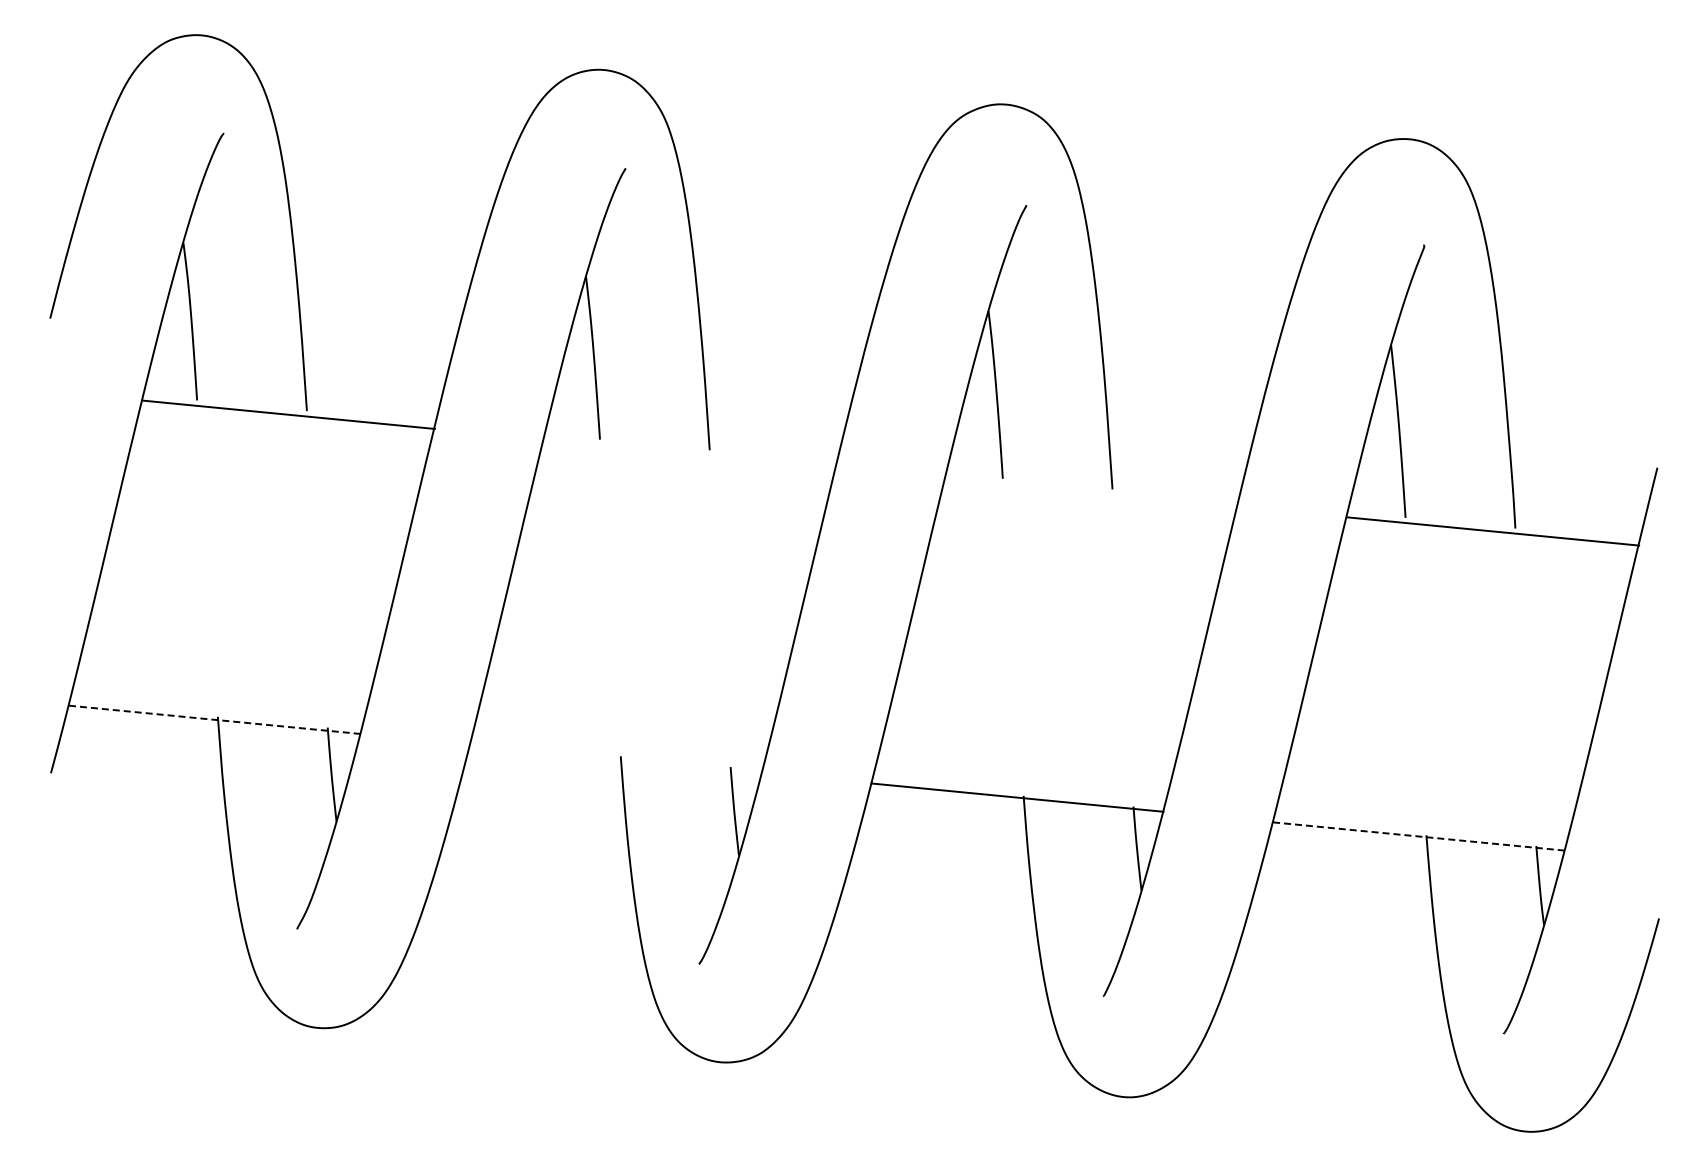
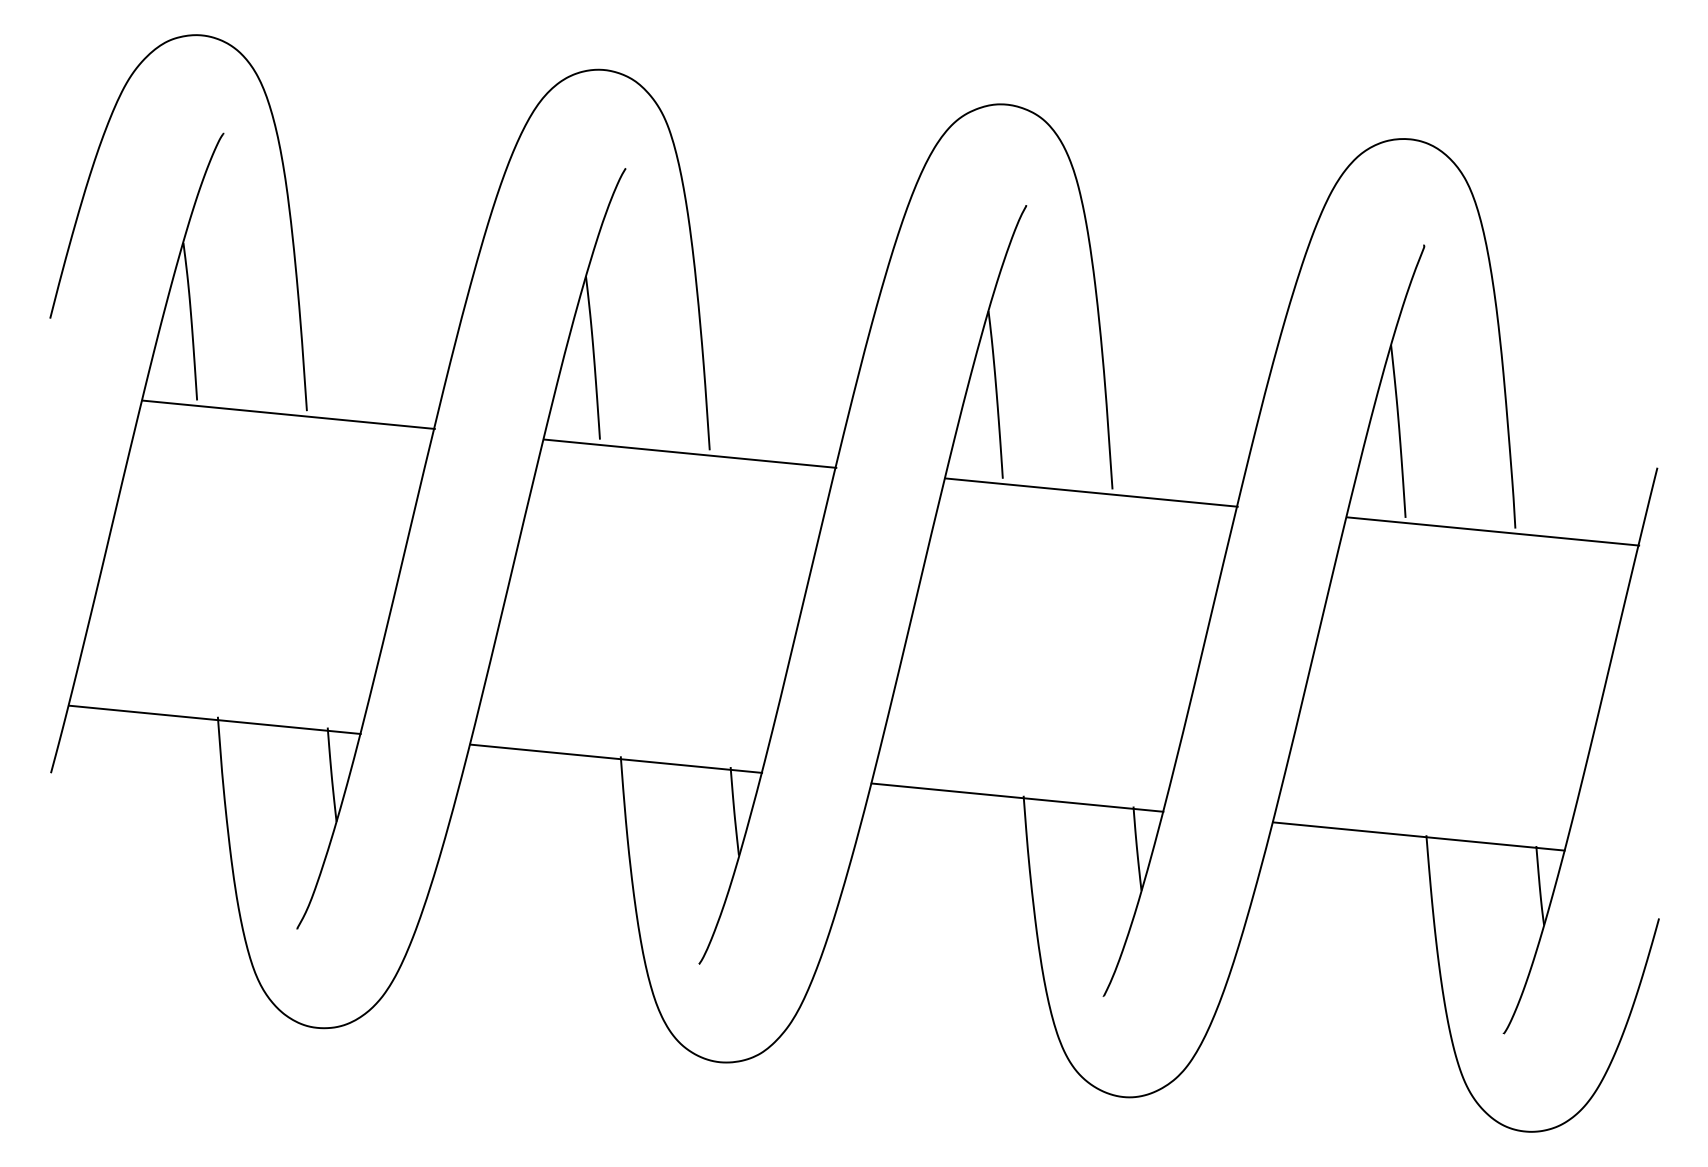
line at (690, 453): none -> present
line at (1091, 492): none -> present
line at (214, 719): dashed -> solid
line at (616, 758): none -> present
line at (1419, 836): dashed -> solid
